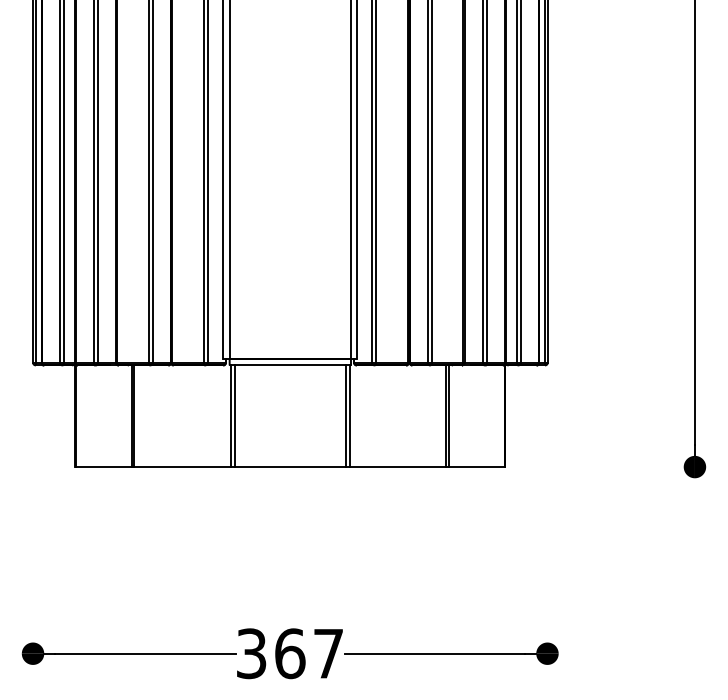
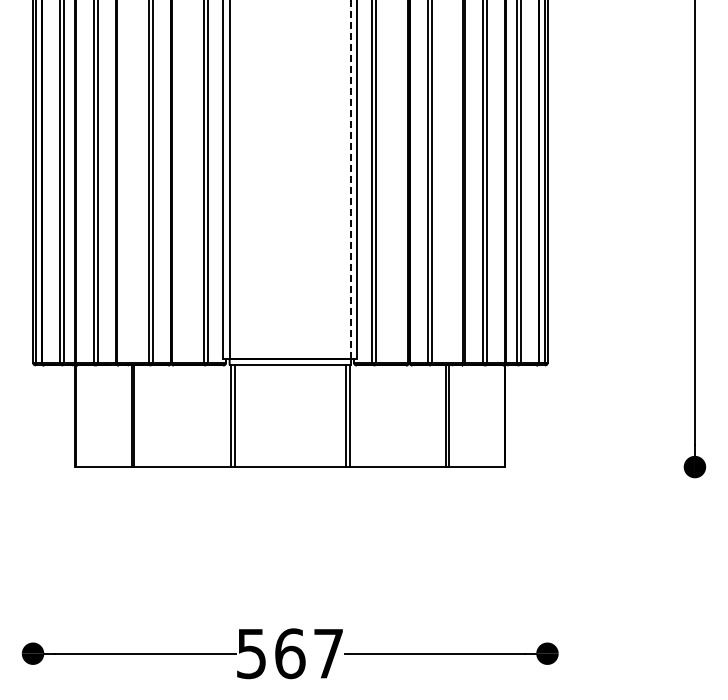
line at (350, 179): solid -> dashed
text at (251, 653): 367 -> 567
